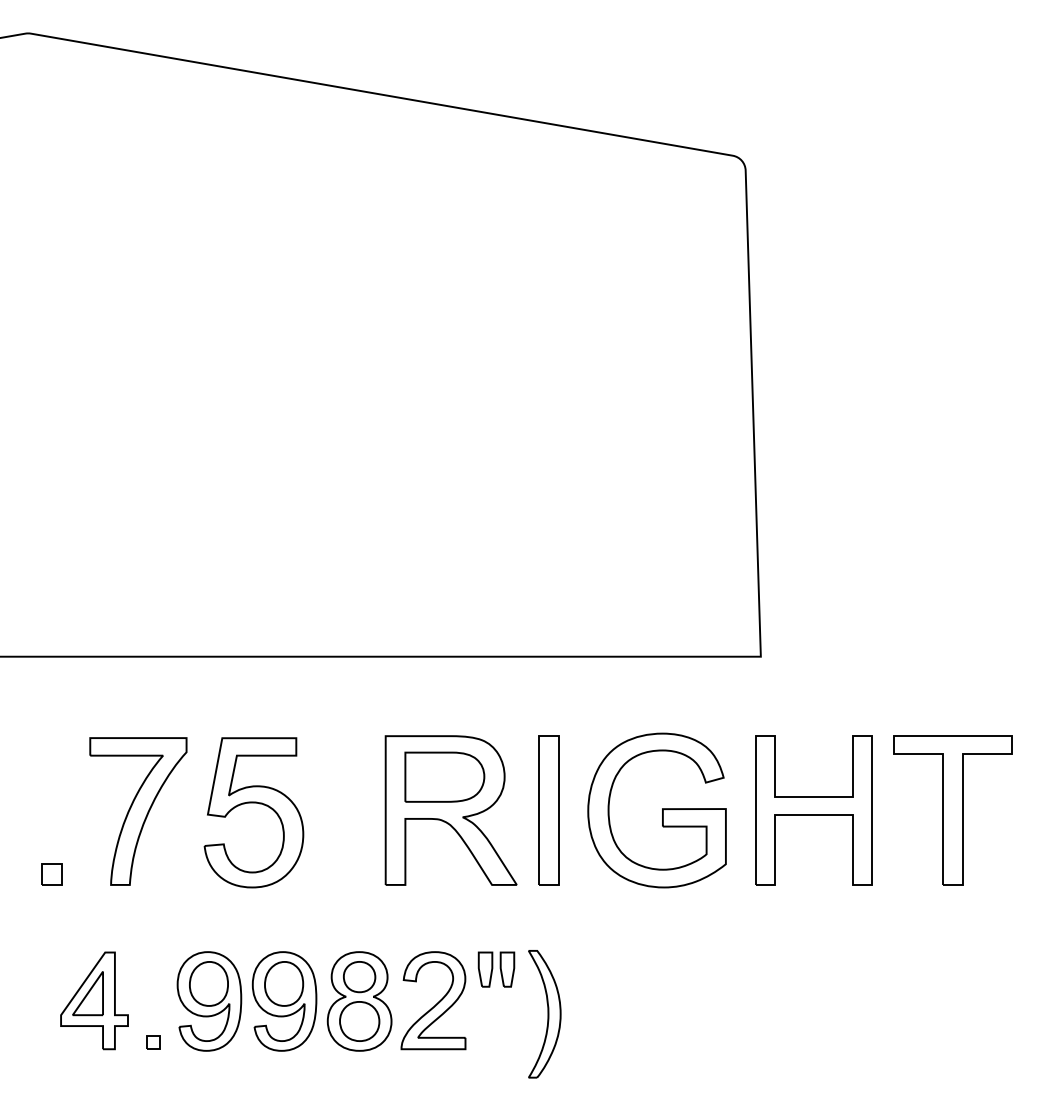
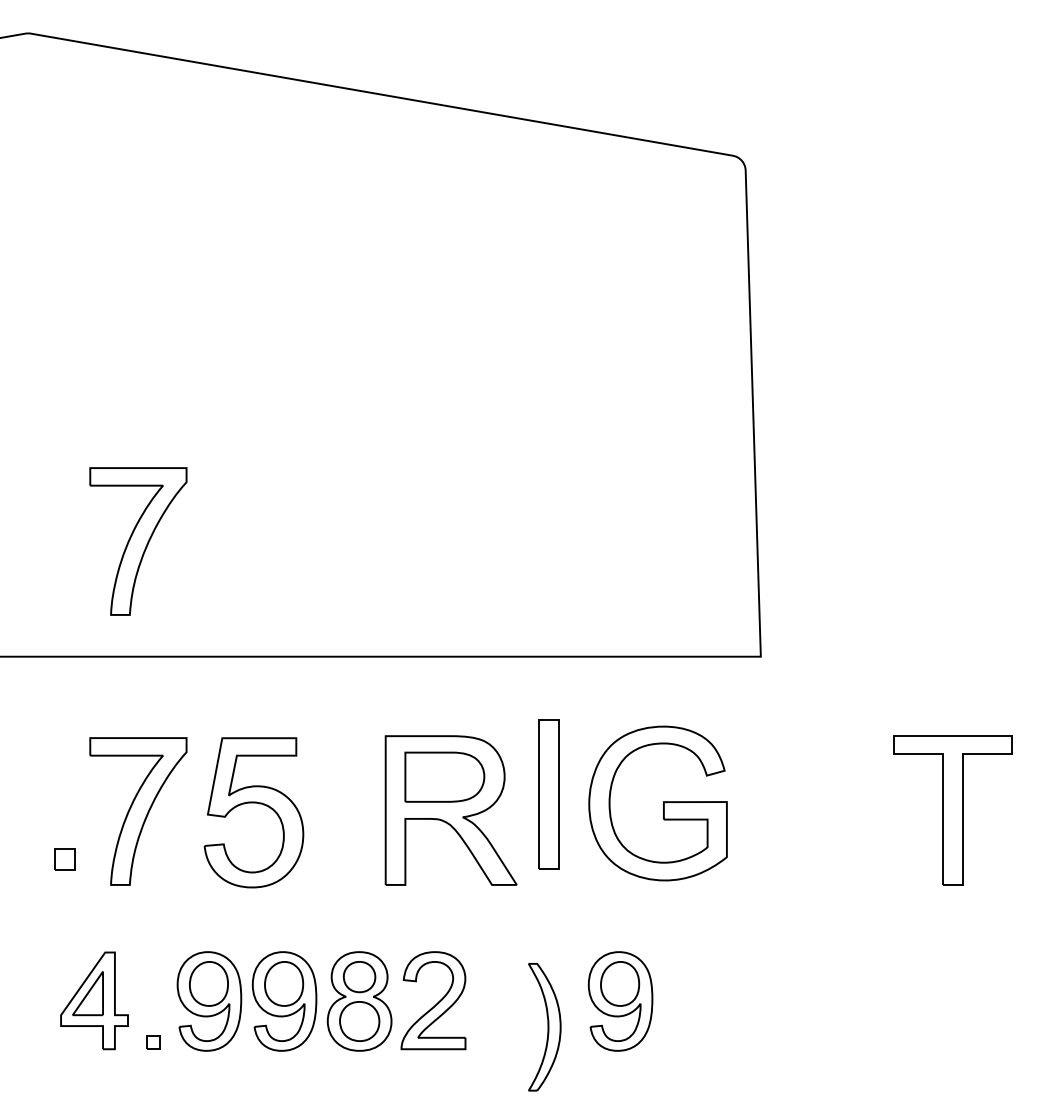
part at (138, 541): none -> present
part at (548, 810) position: (548, 810) -> (548, 794)
part at (656, 810) position: (656, 810) -> (657, 803)
part at (813, 810): present -> none
part at (51, 874) position: (51, 874) -> (64, 859)
part at (496, 969): present -> none
part at (620, 1001): none -> present
part at (544, 1014) position: (544, 1014) -> (544, 1027)
